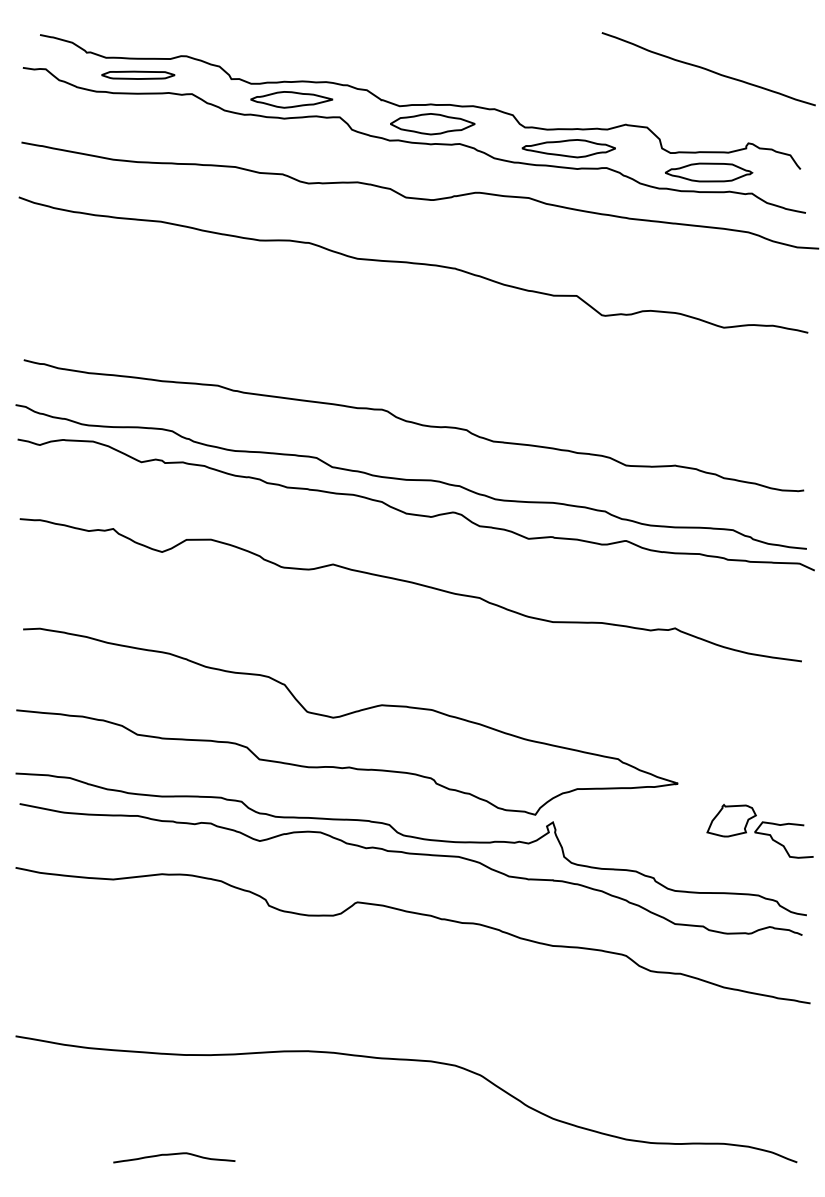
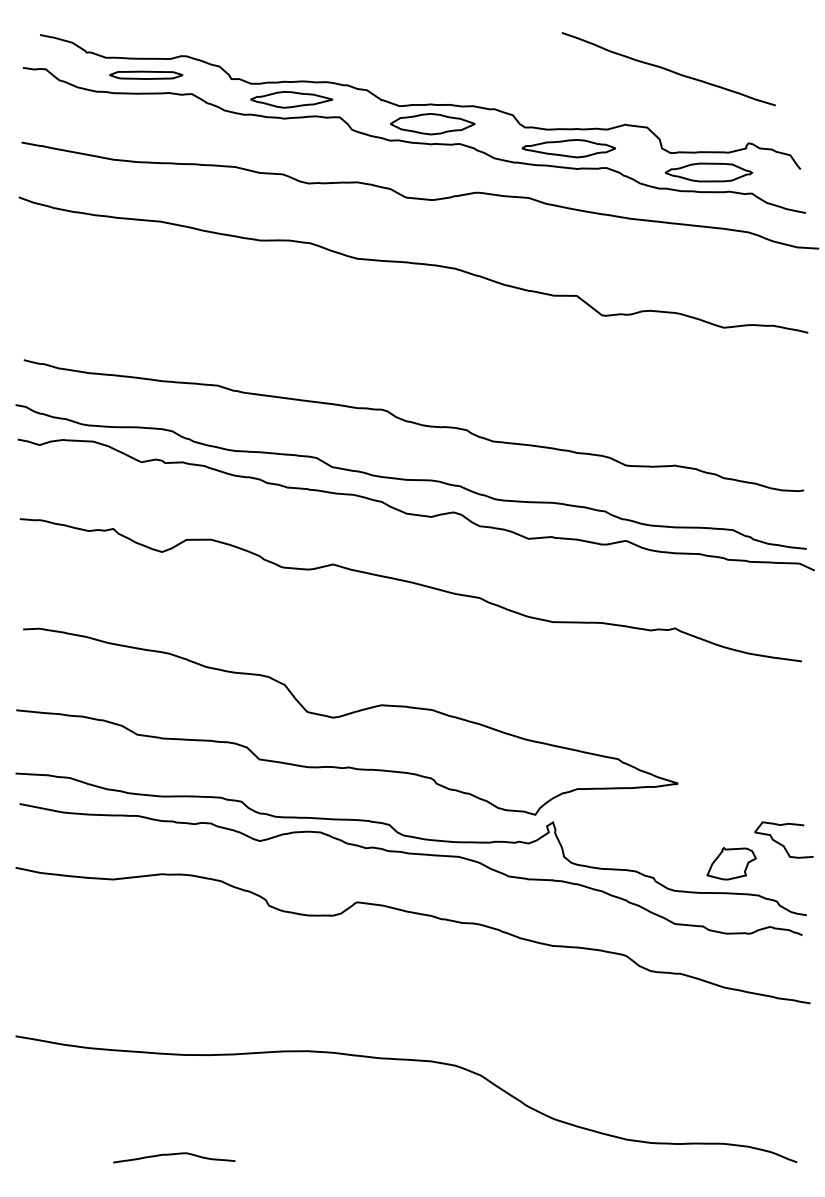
curve at (708, 69) position: (708, 69) -> (668, 69)
part at (138, 74) position: (138, 74) -> (146, 74)
part at (731, 820) position: (731, 820) -> (731, 863)
